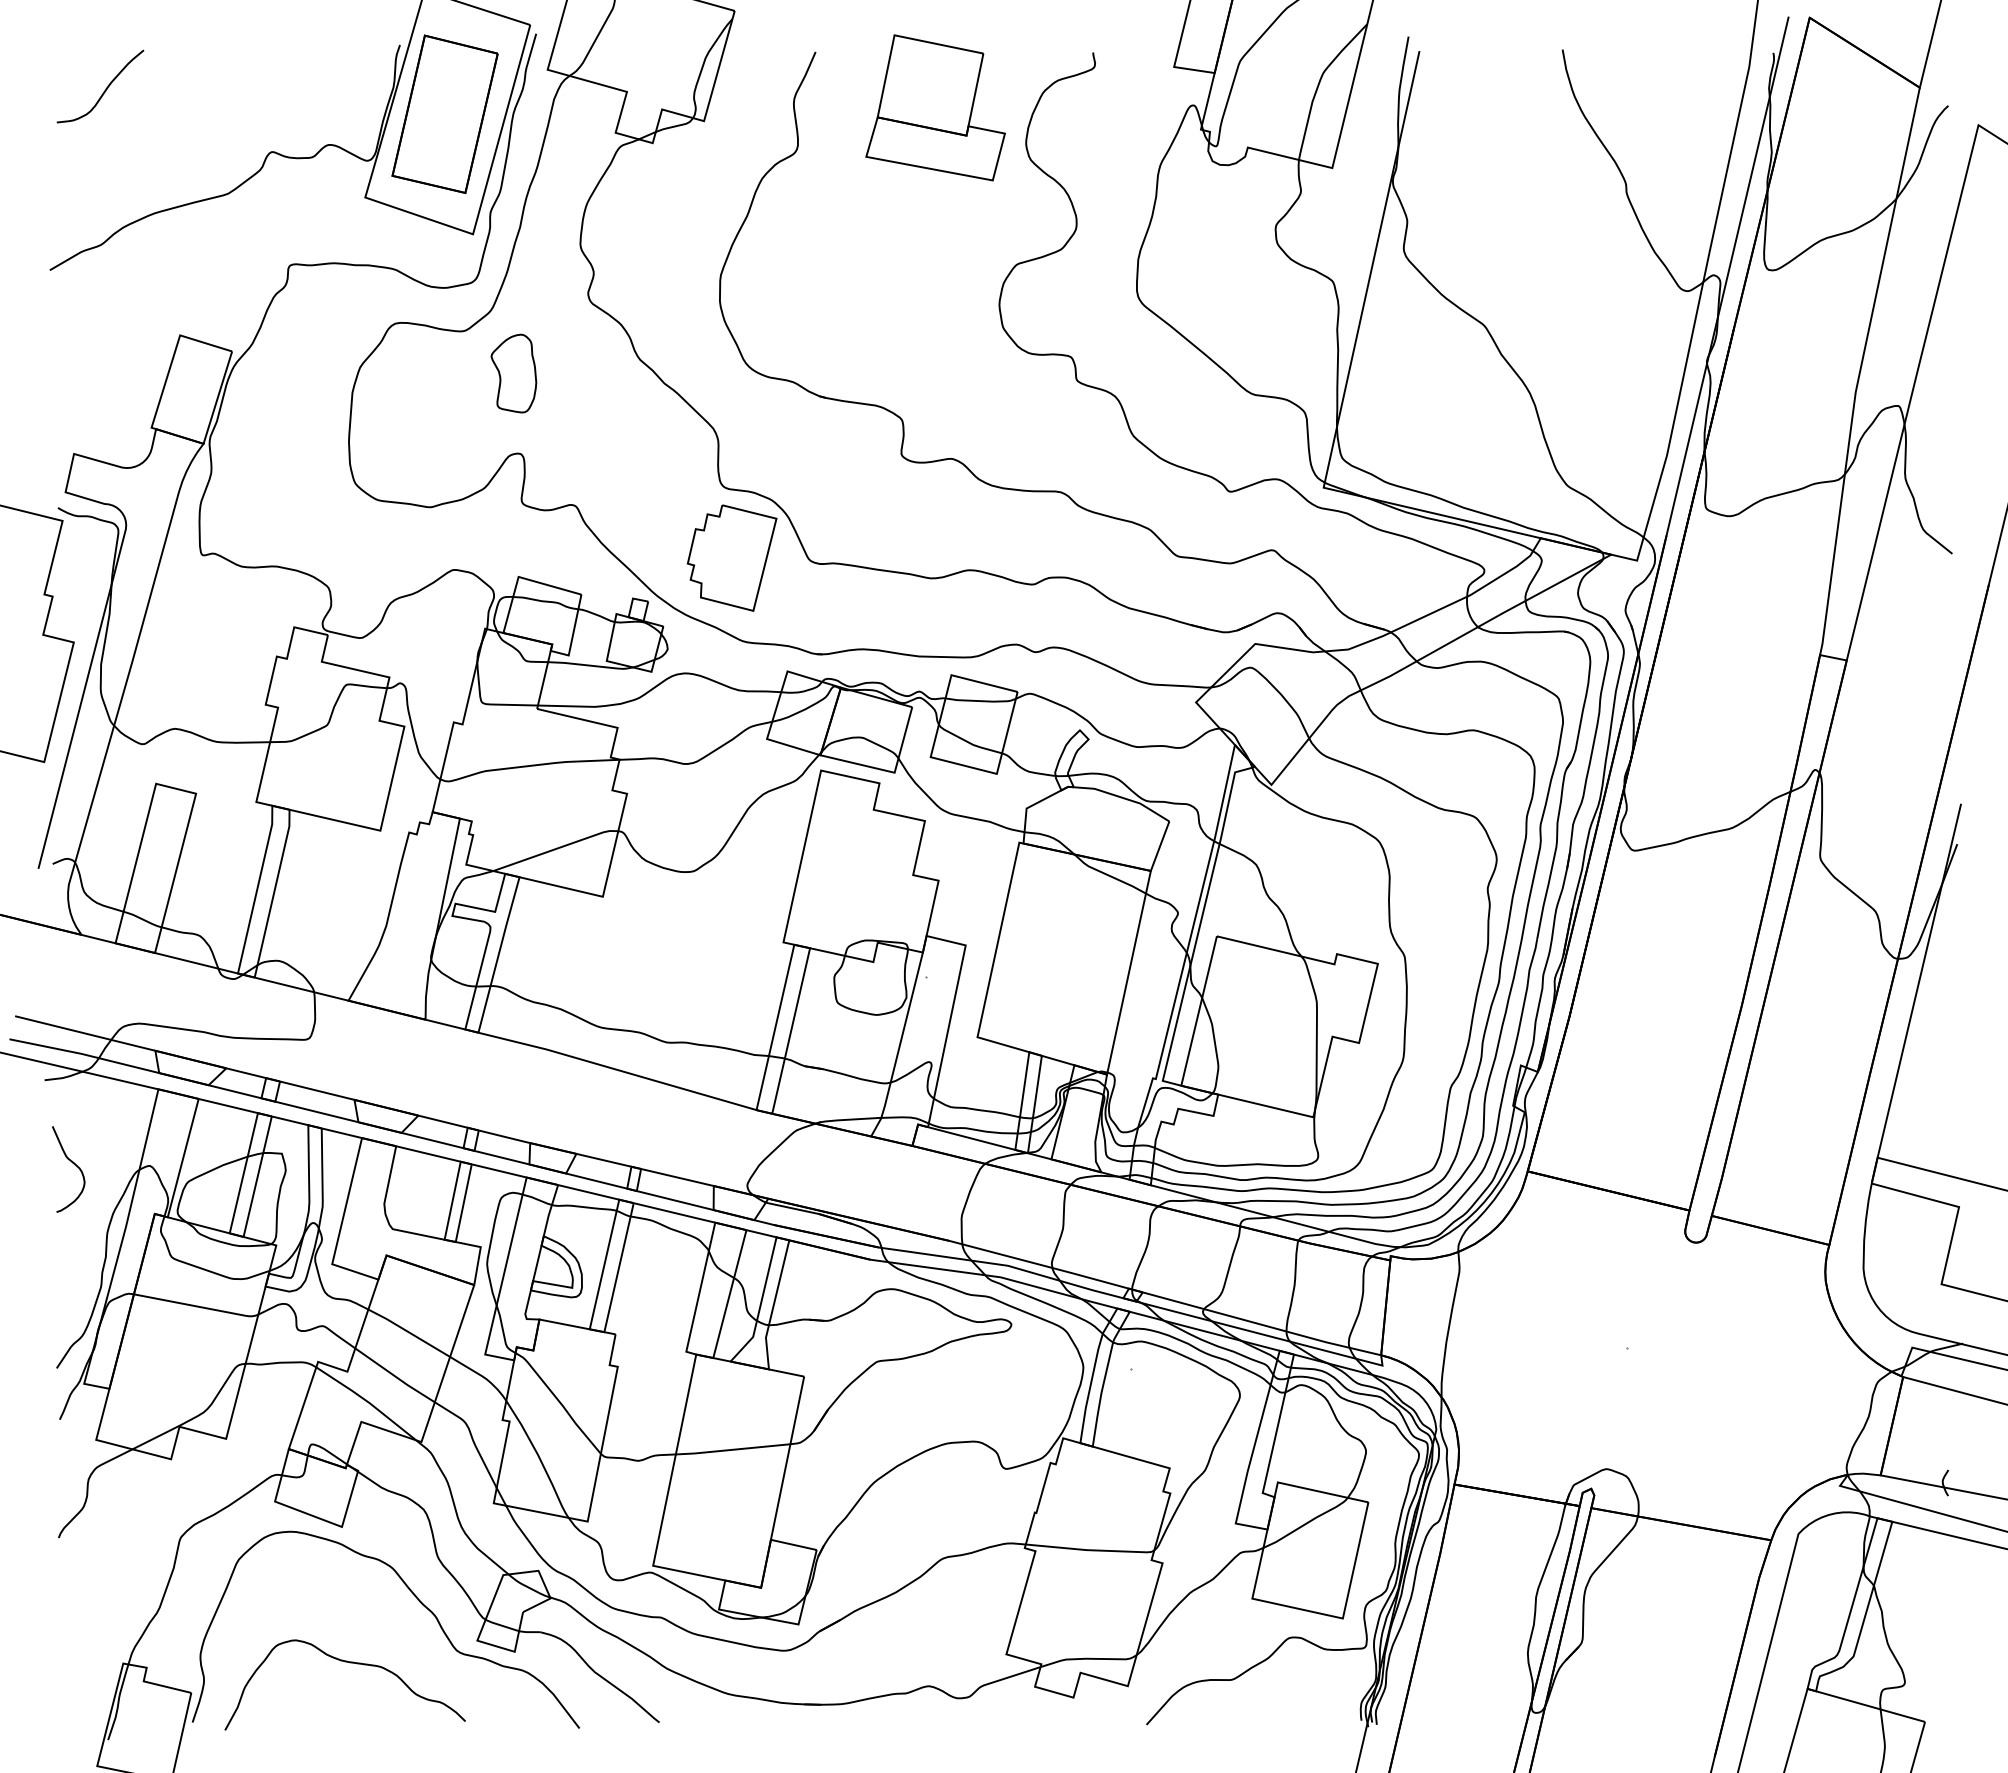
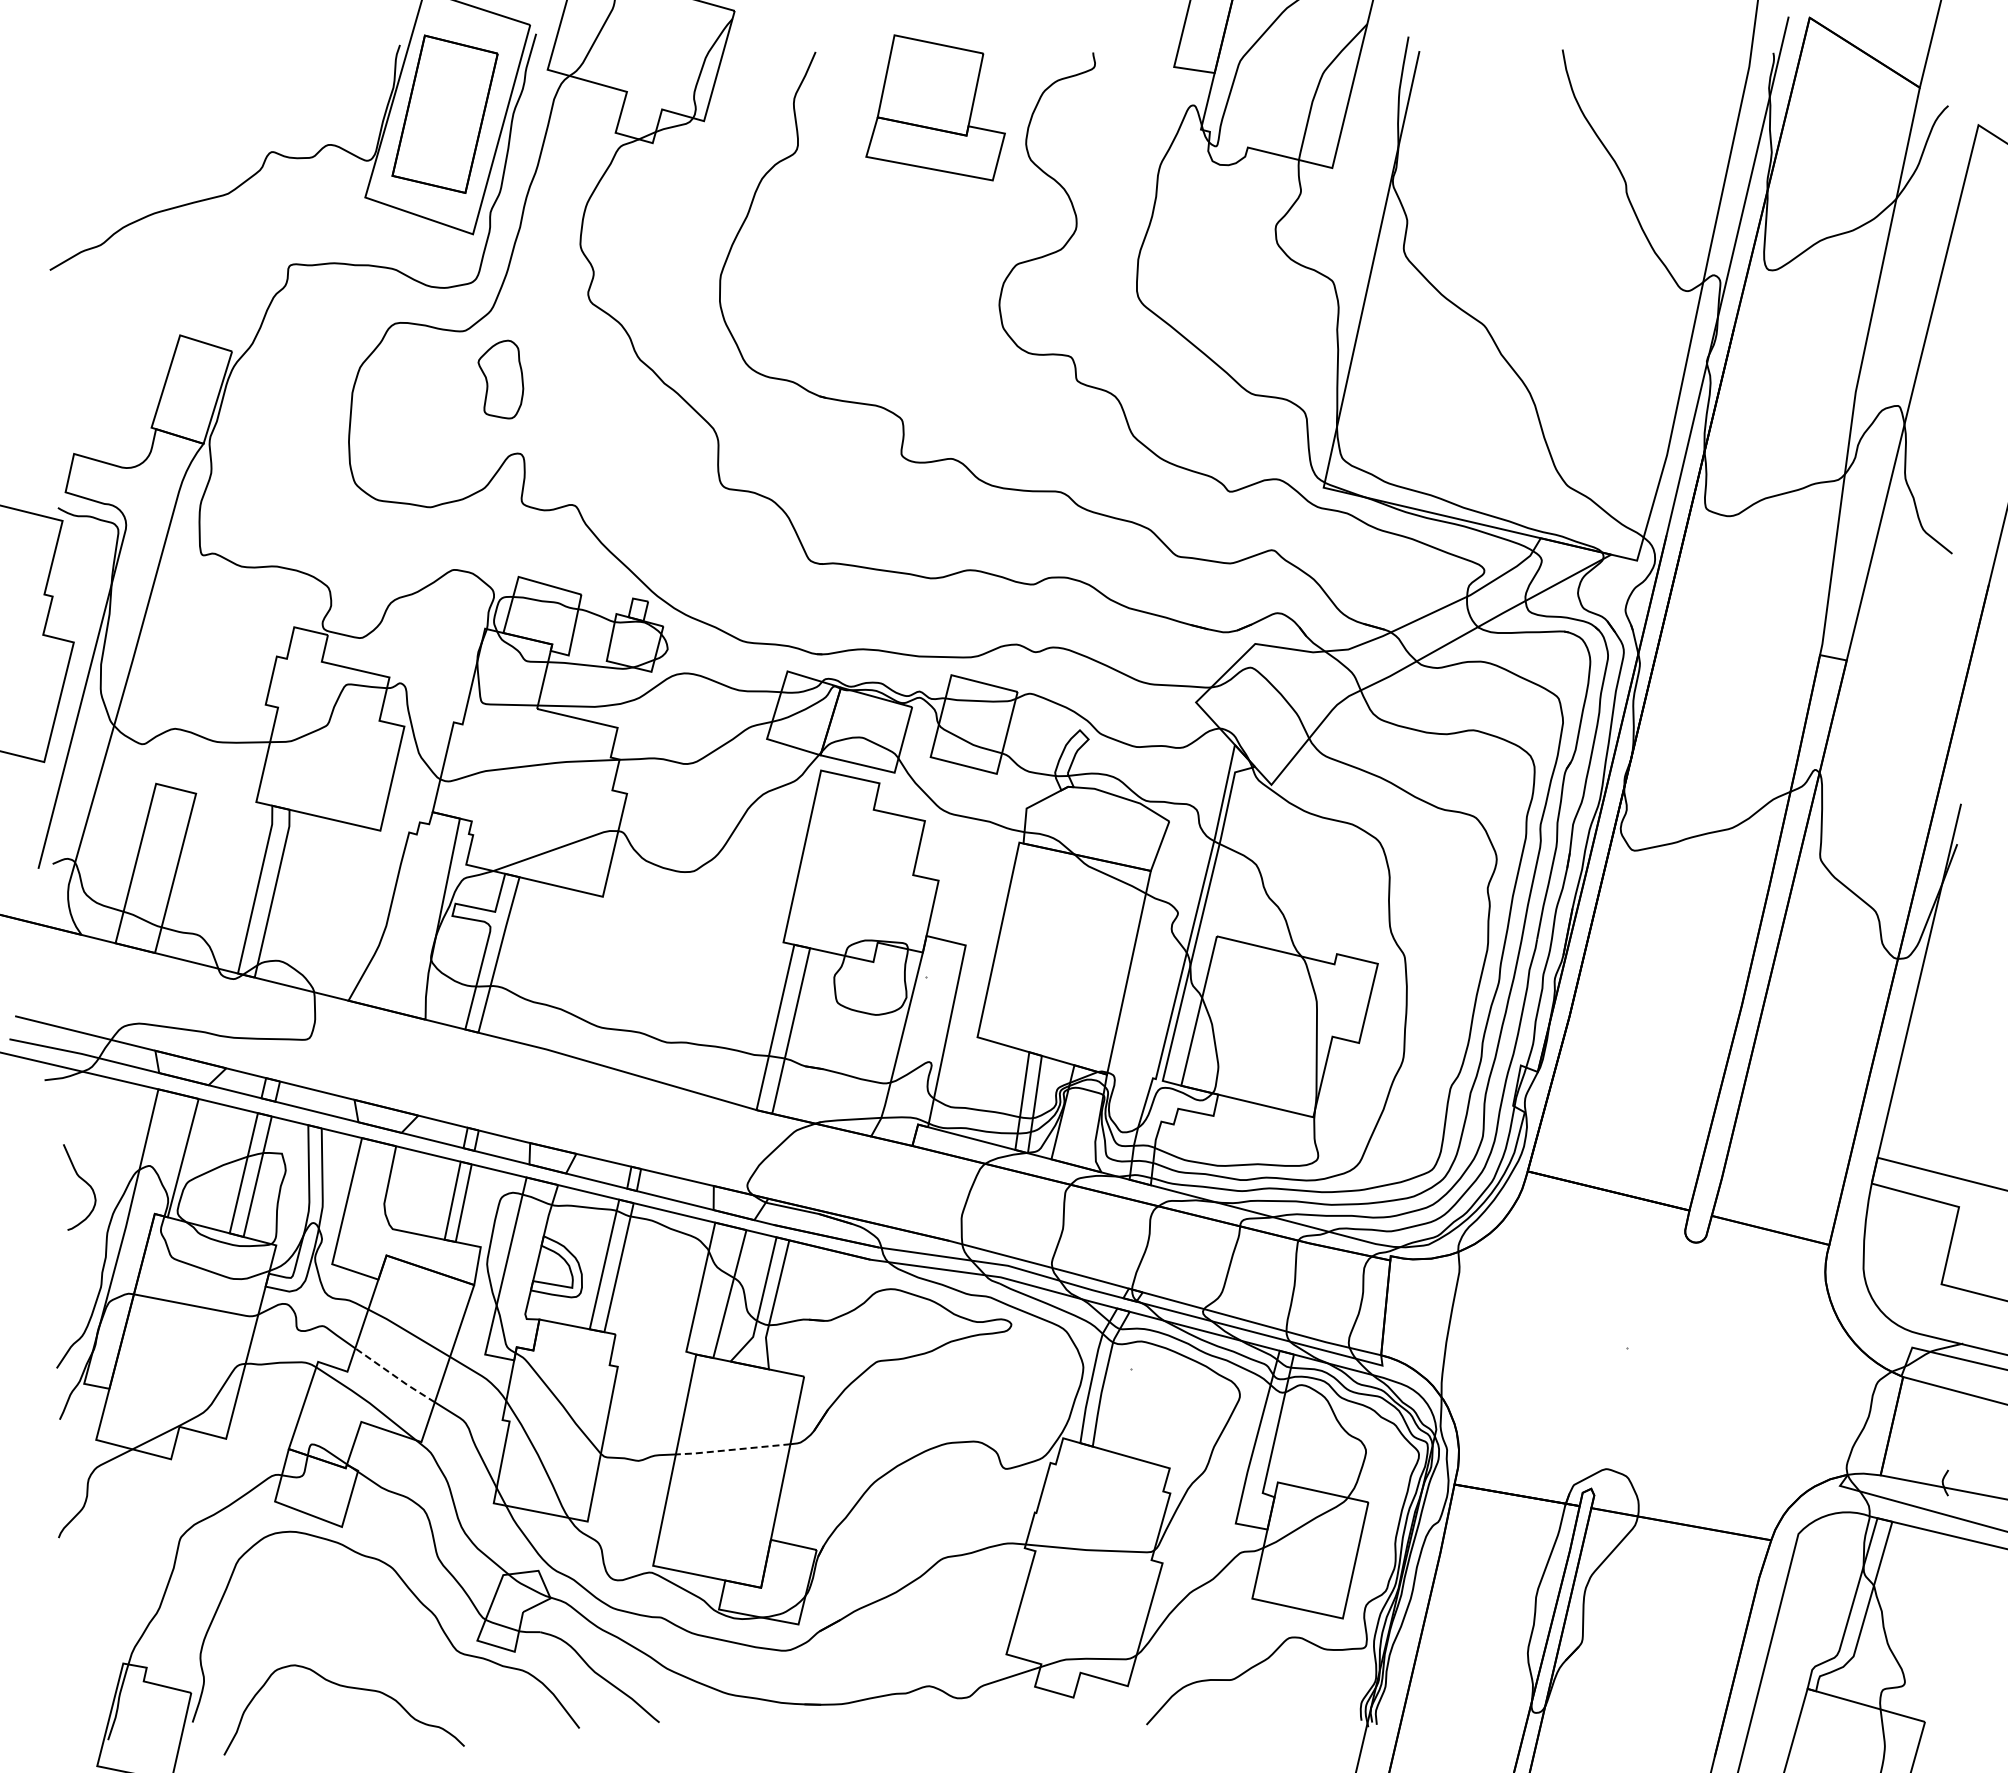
curve at (105, 88): present -> none
part at (513, 373) position: (513, 373) -> (500, 379)
part at (732, 557): present -> none
curve at (73, 1164) position: (73, 1164) -> (84, 1182)
line at (395, 1376): solid -> dashed
line at (731, 1449): solid -> dashed
curve at (349, 1663) position: (349, 1663) -> (348, 1688)
